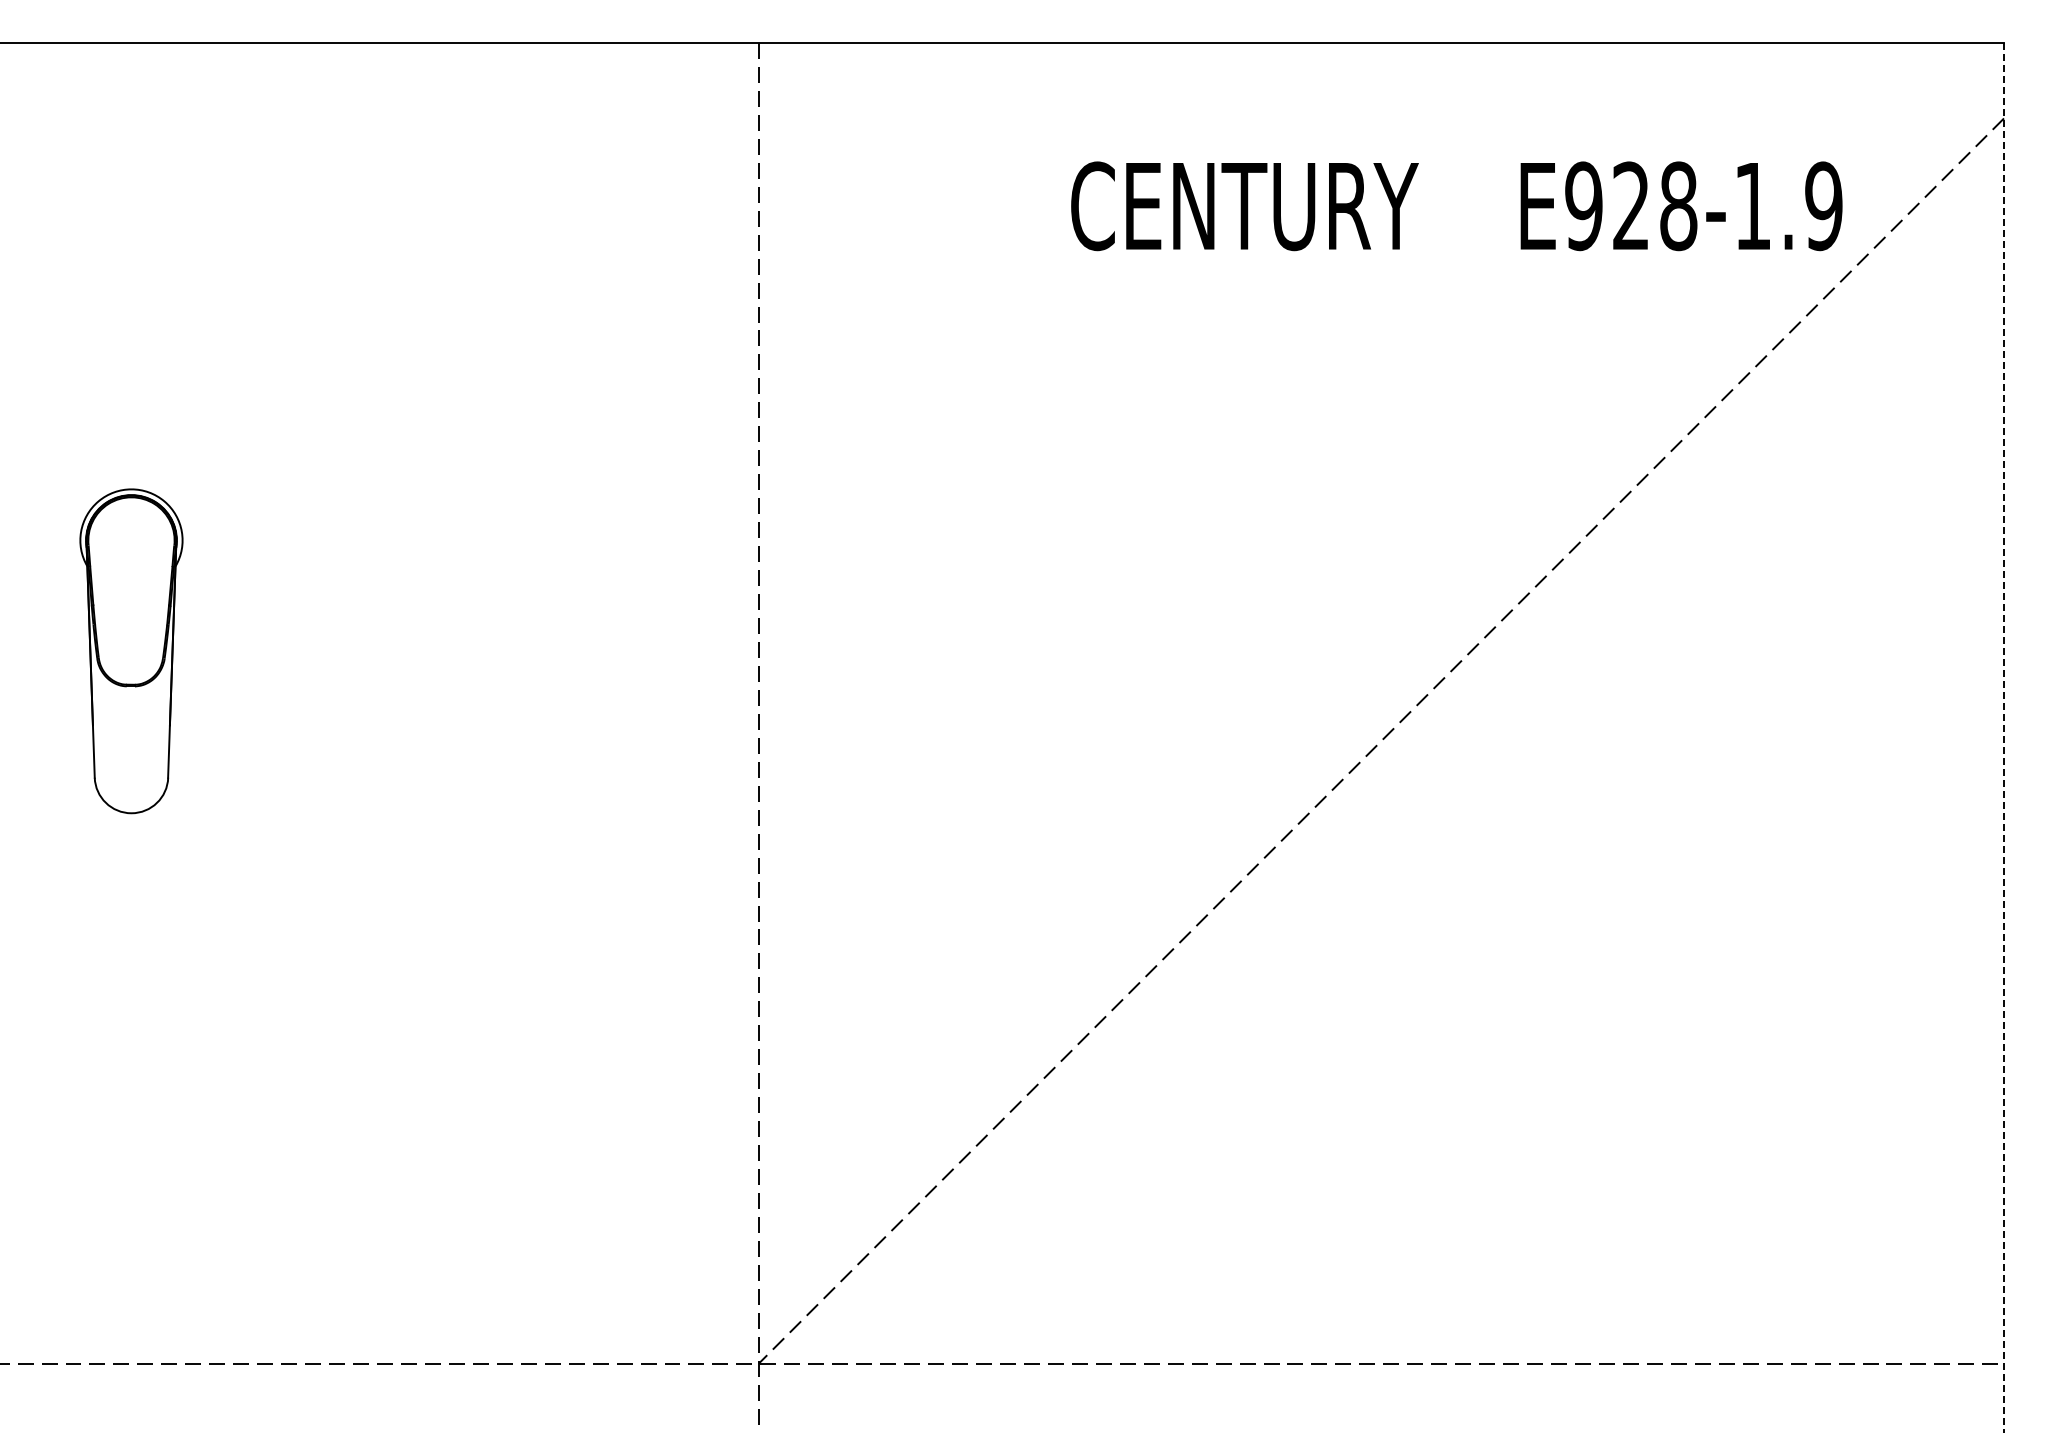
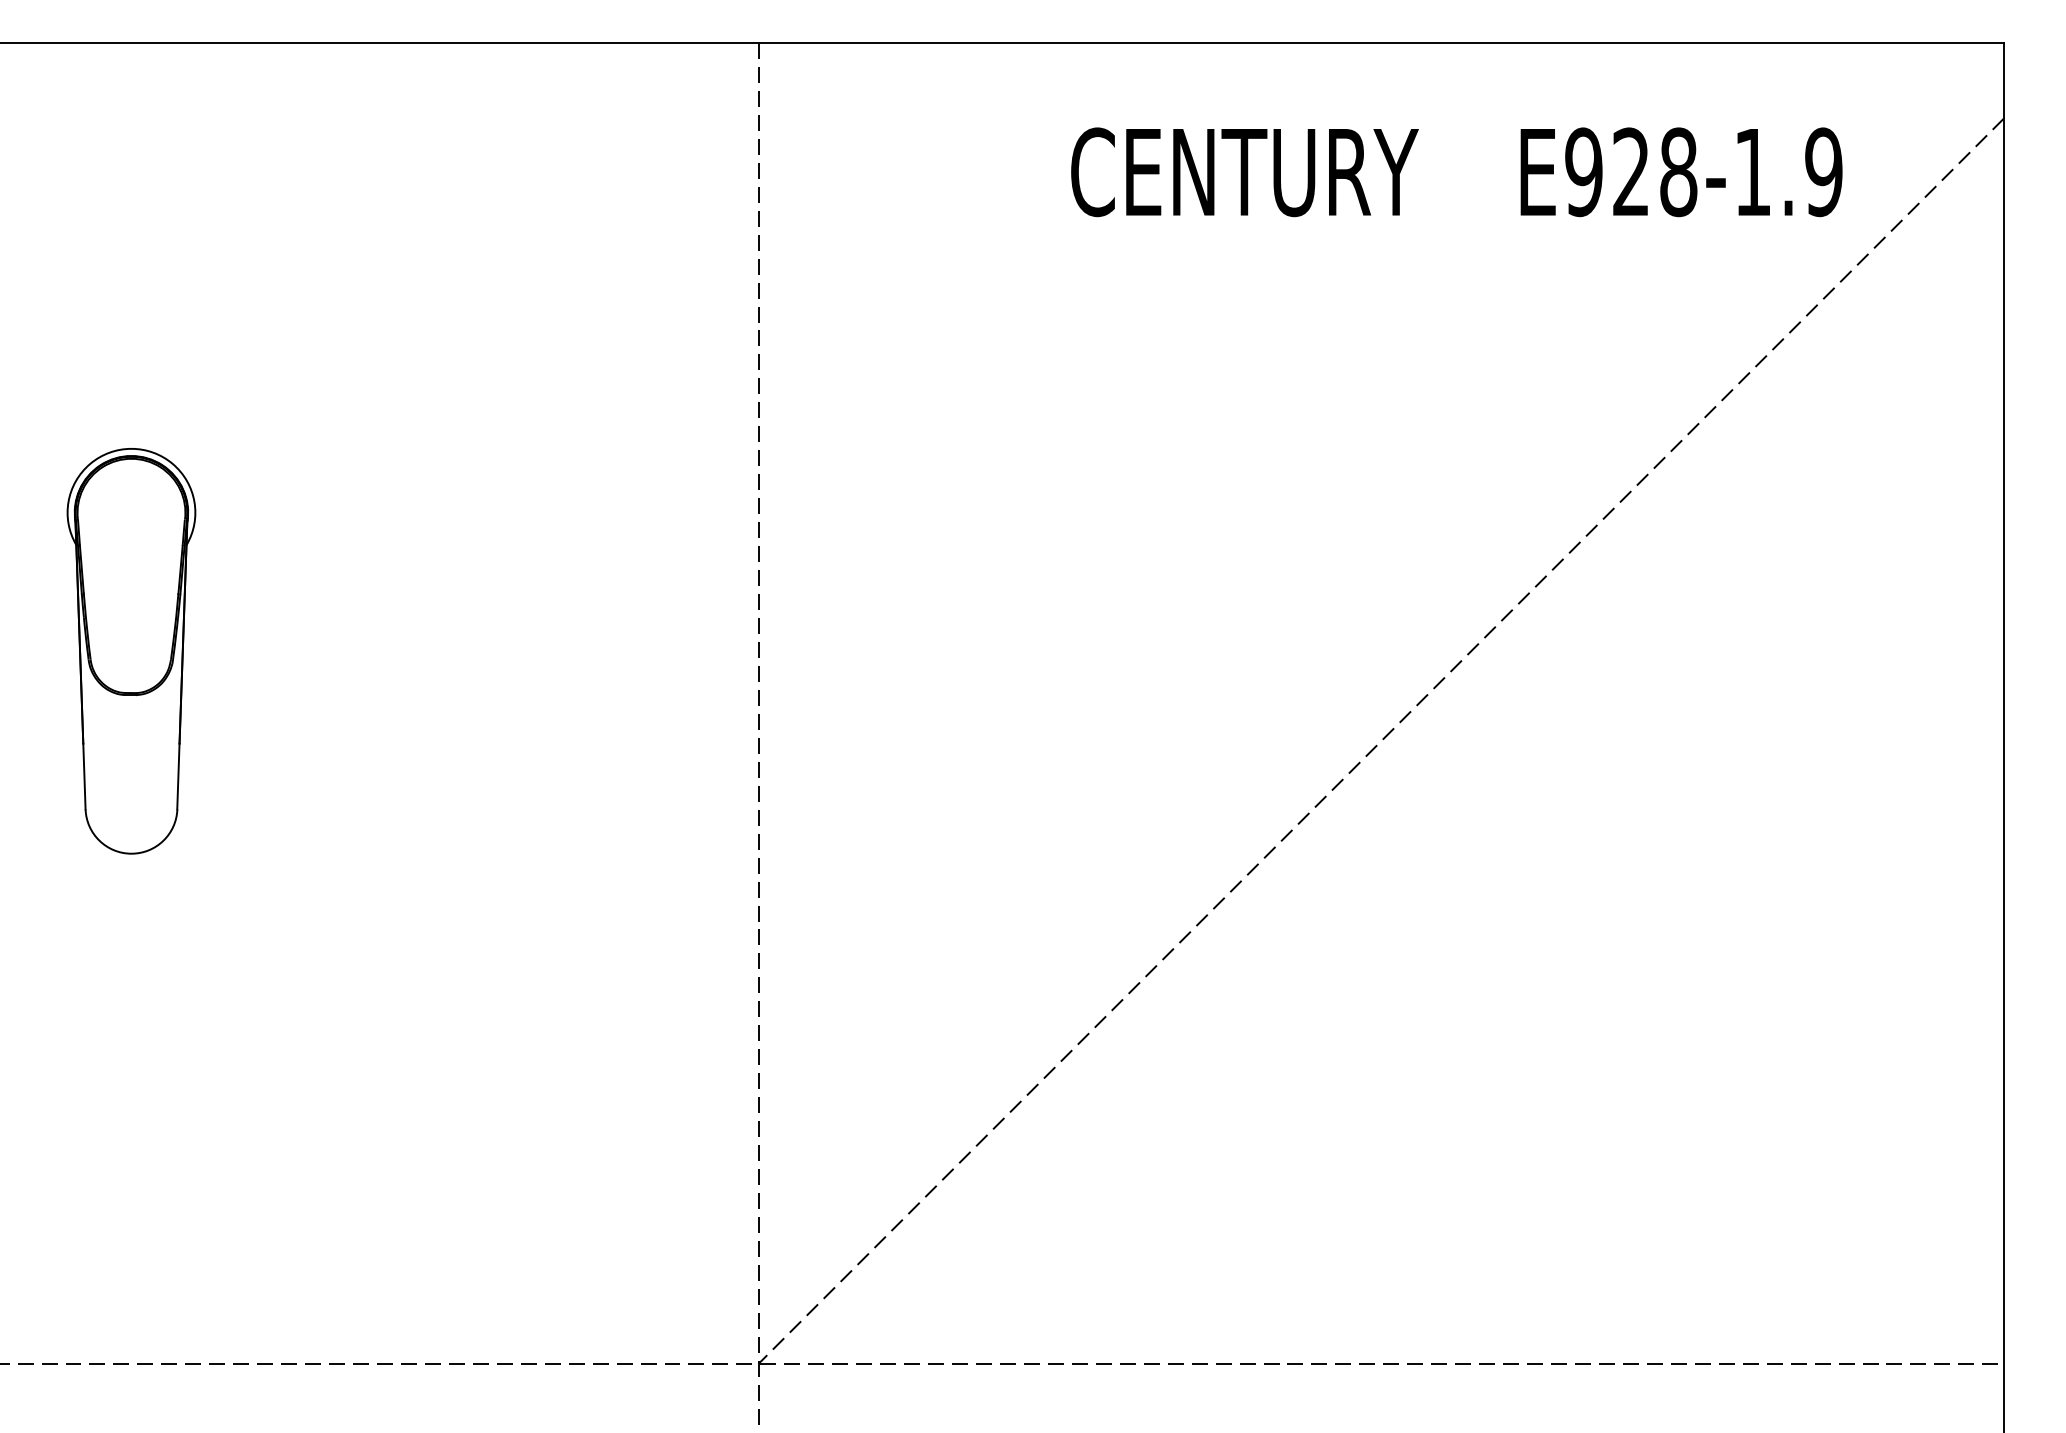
text at (1456, 206) position: (1456, 206) -> (1456, 172)
part at (131, 651) size: 105x327 px -> 131x407 px
line at (2004, 737): dashed -> solid
